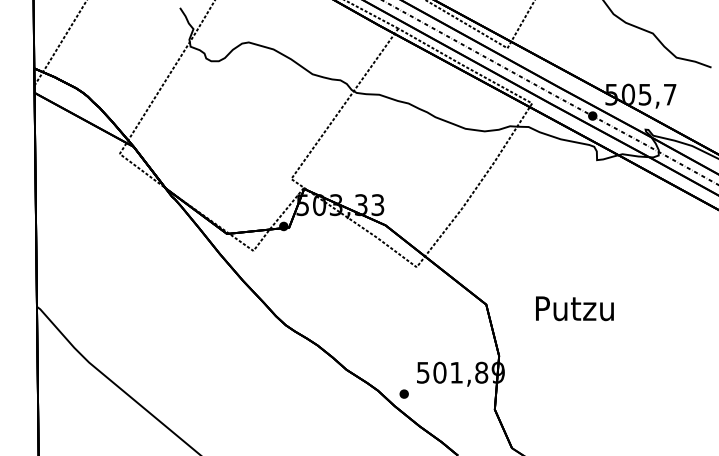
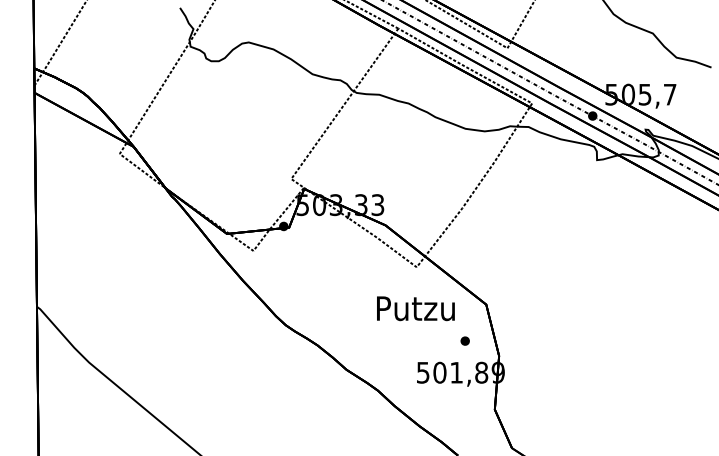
text at (574, 308) position: (574, 308) -> (415, 308)
part at (403, 393) position: (403, 393) -> (464, 340)
